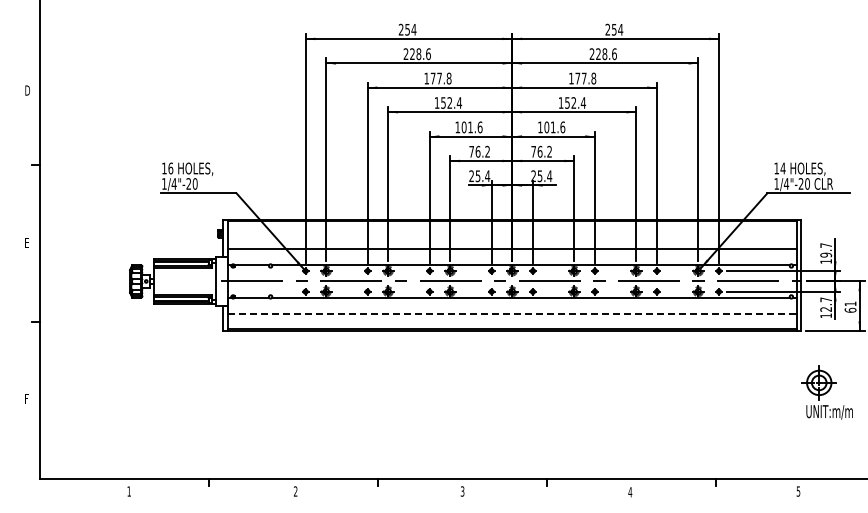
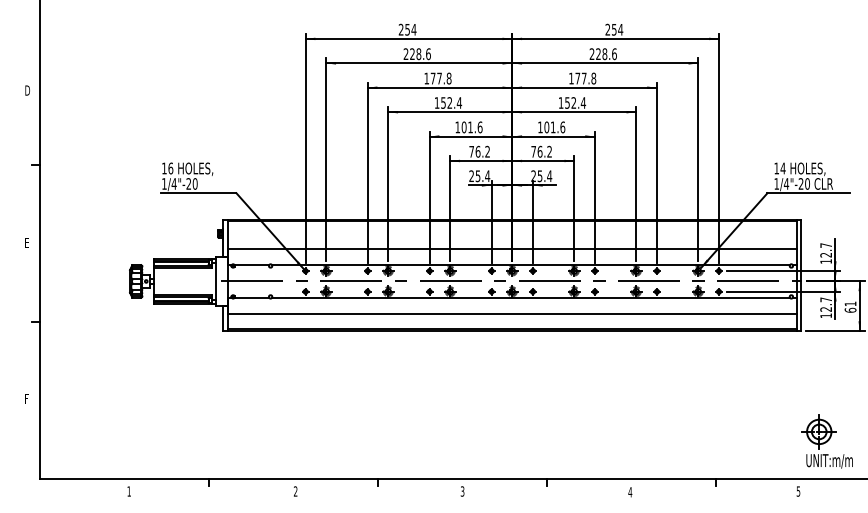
text at (826, 254): 19.7 -> 12.7
line at (512, 313): dashed -> solid
part at (826, 392) position: (826, 392) -> (826, 441)
